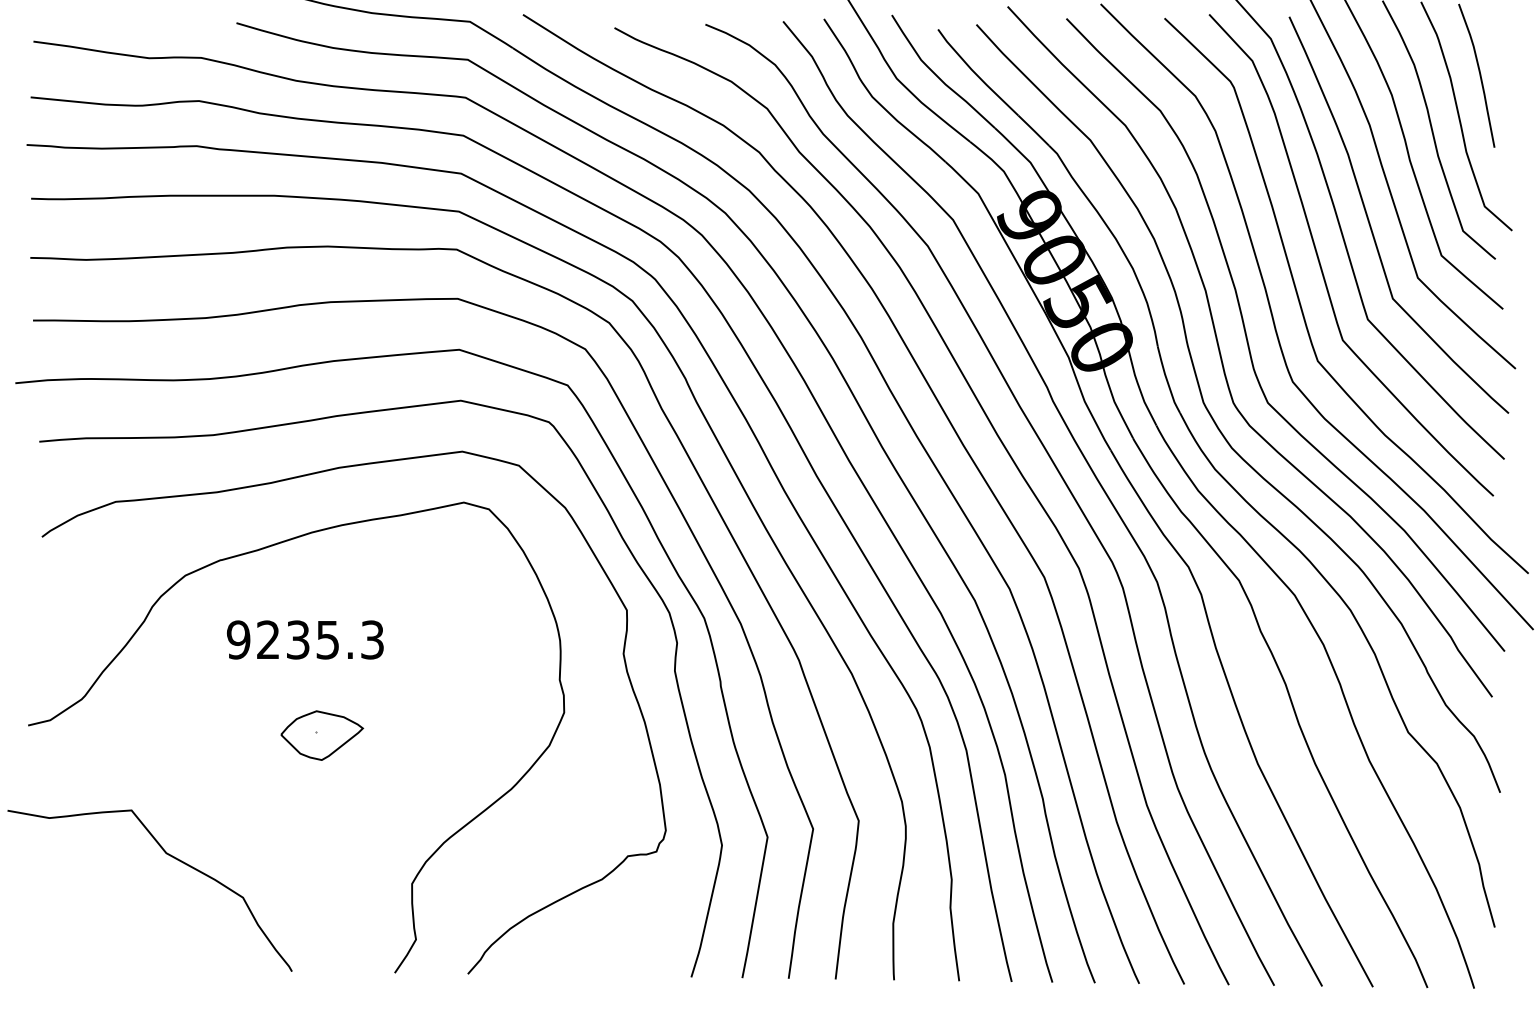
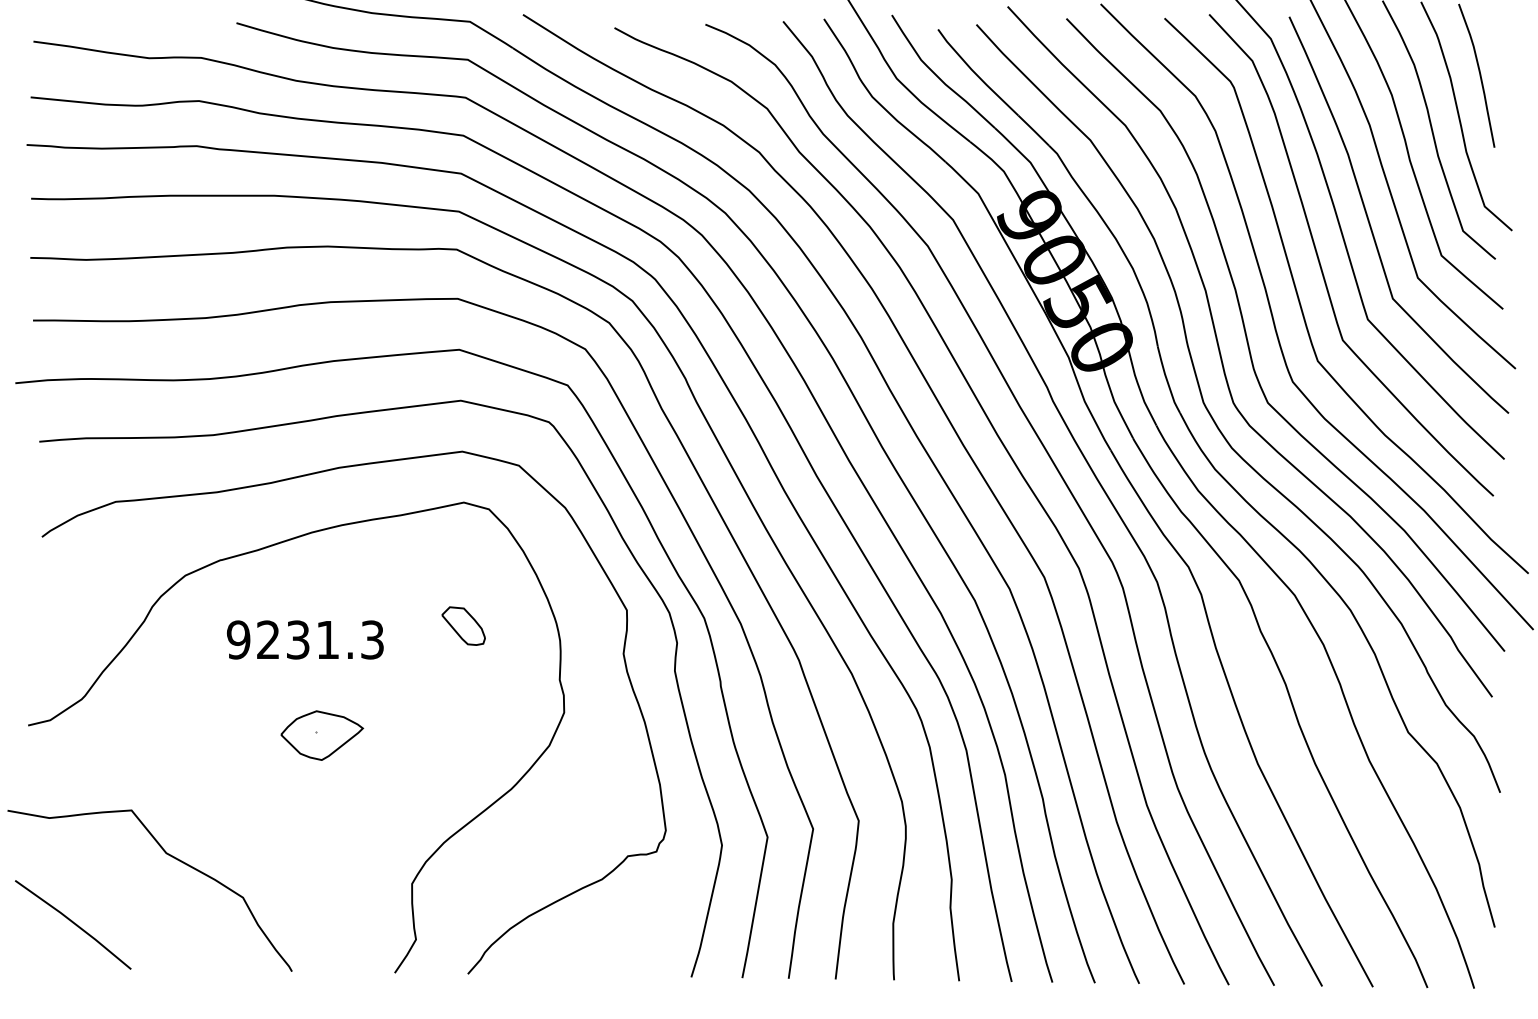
part at (463, 625): none -> present
text at (327, 640): 9235.3 -> 9231.3
curve at (73, 923): none -> present
